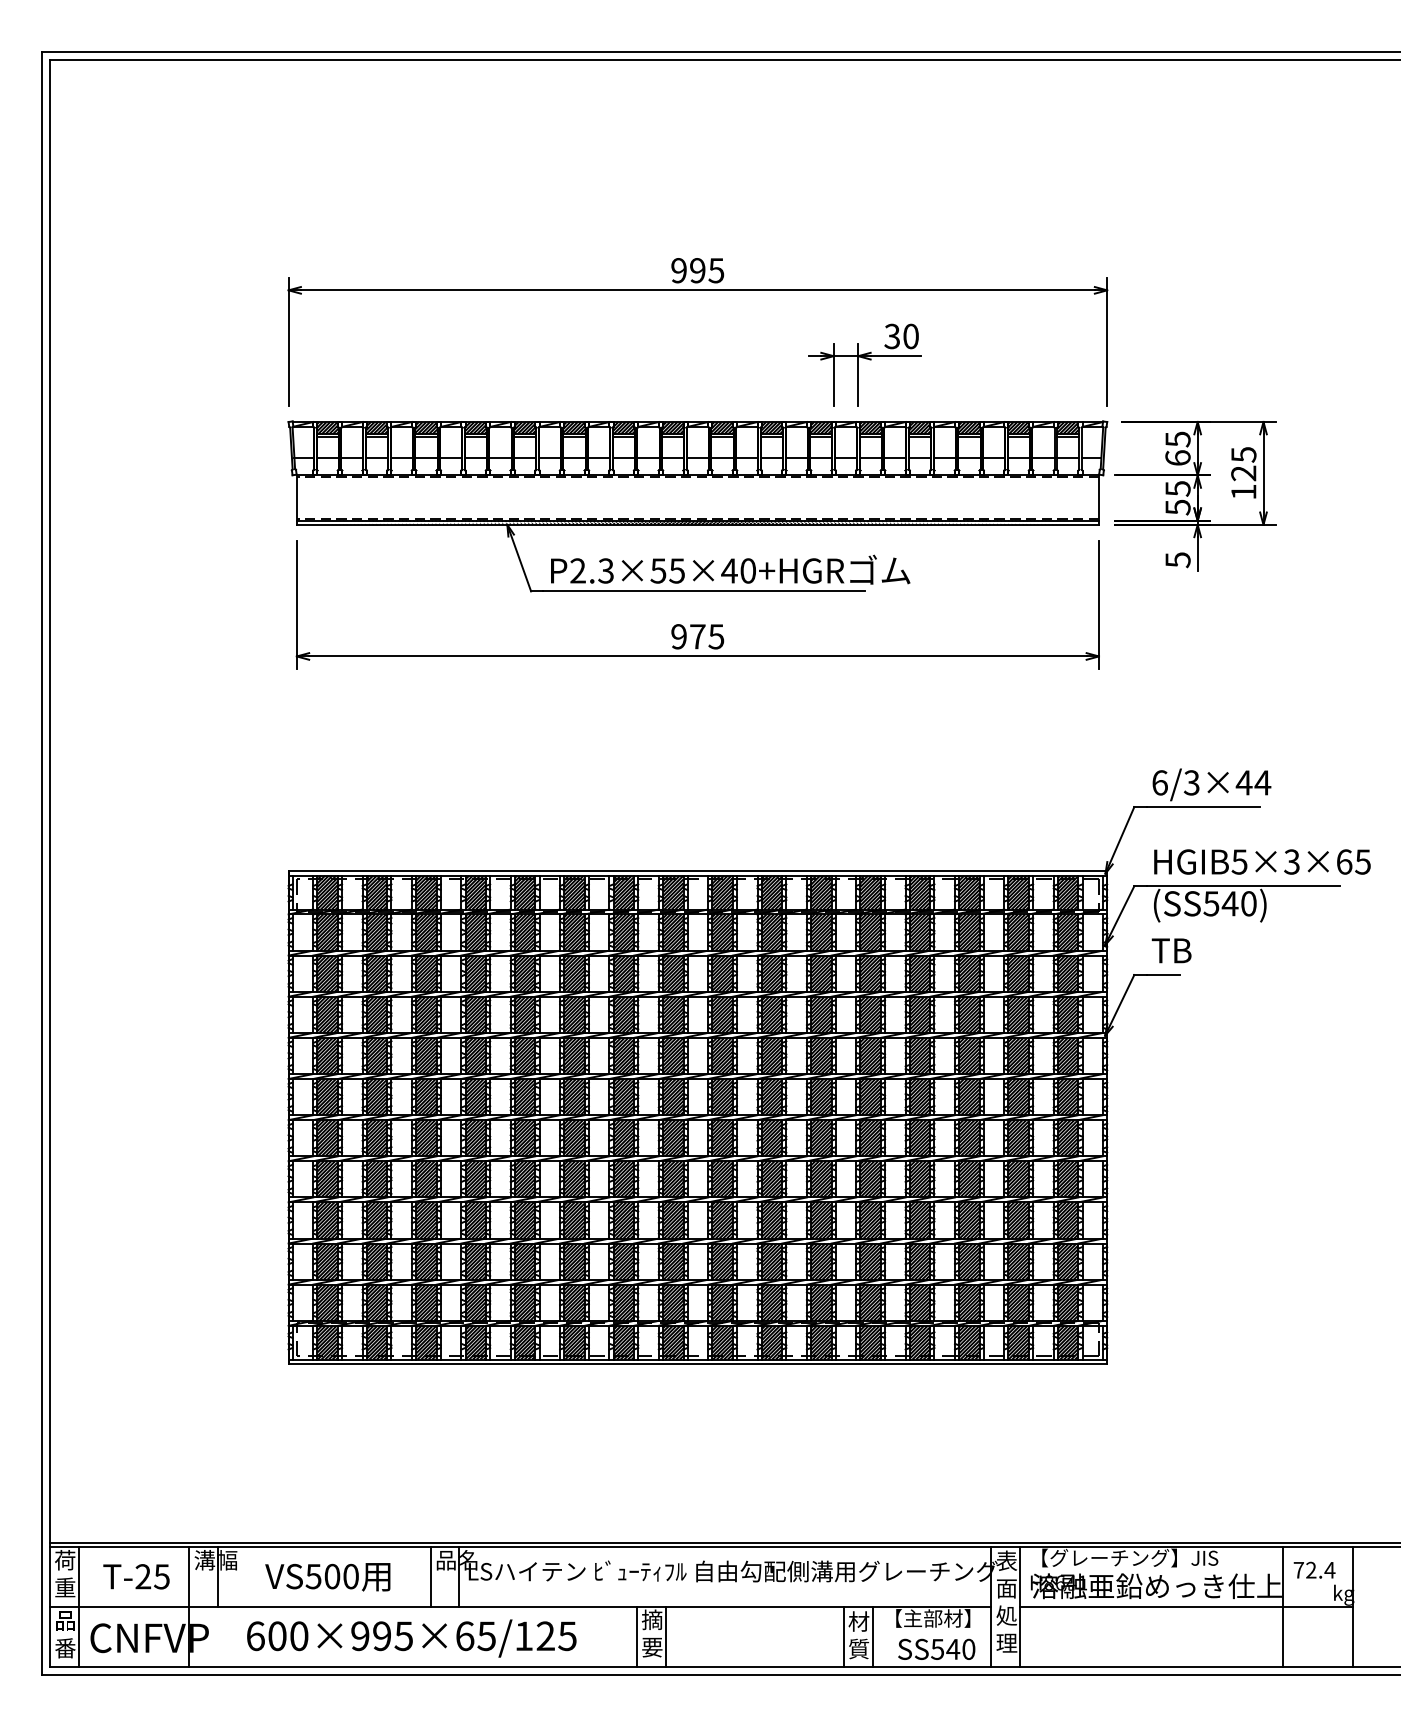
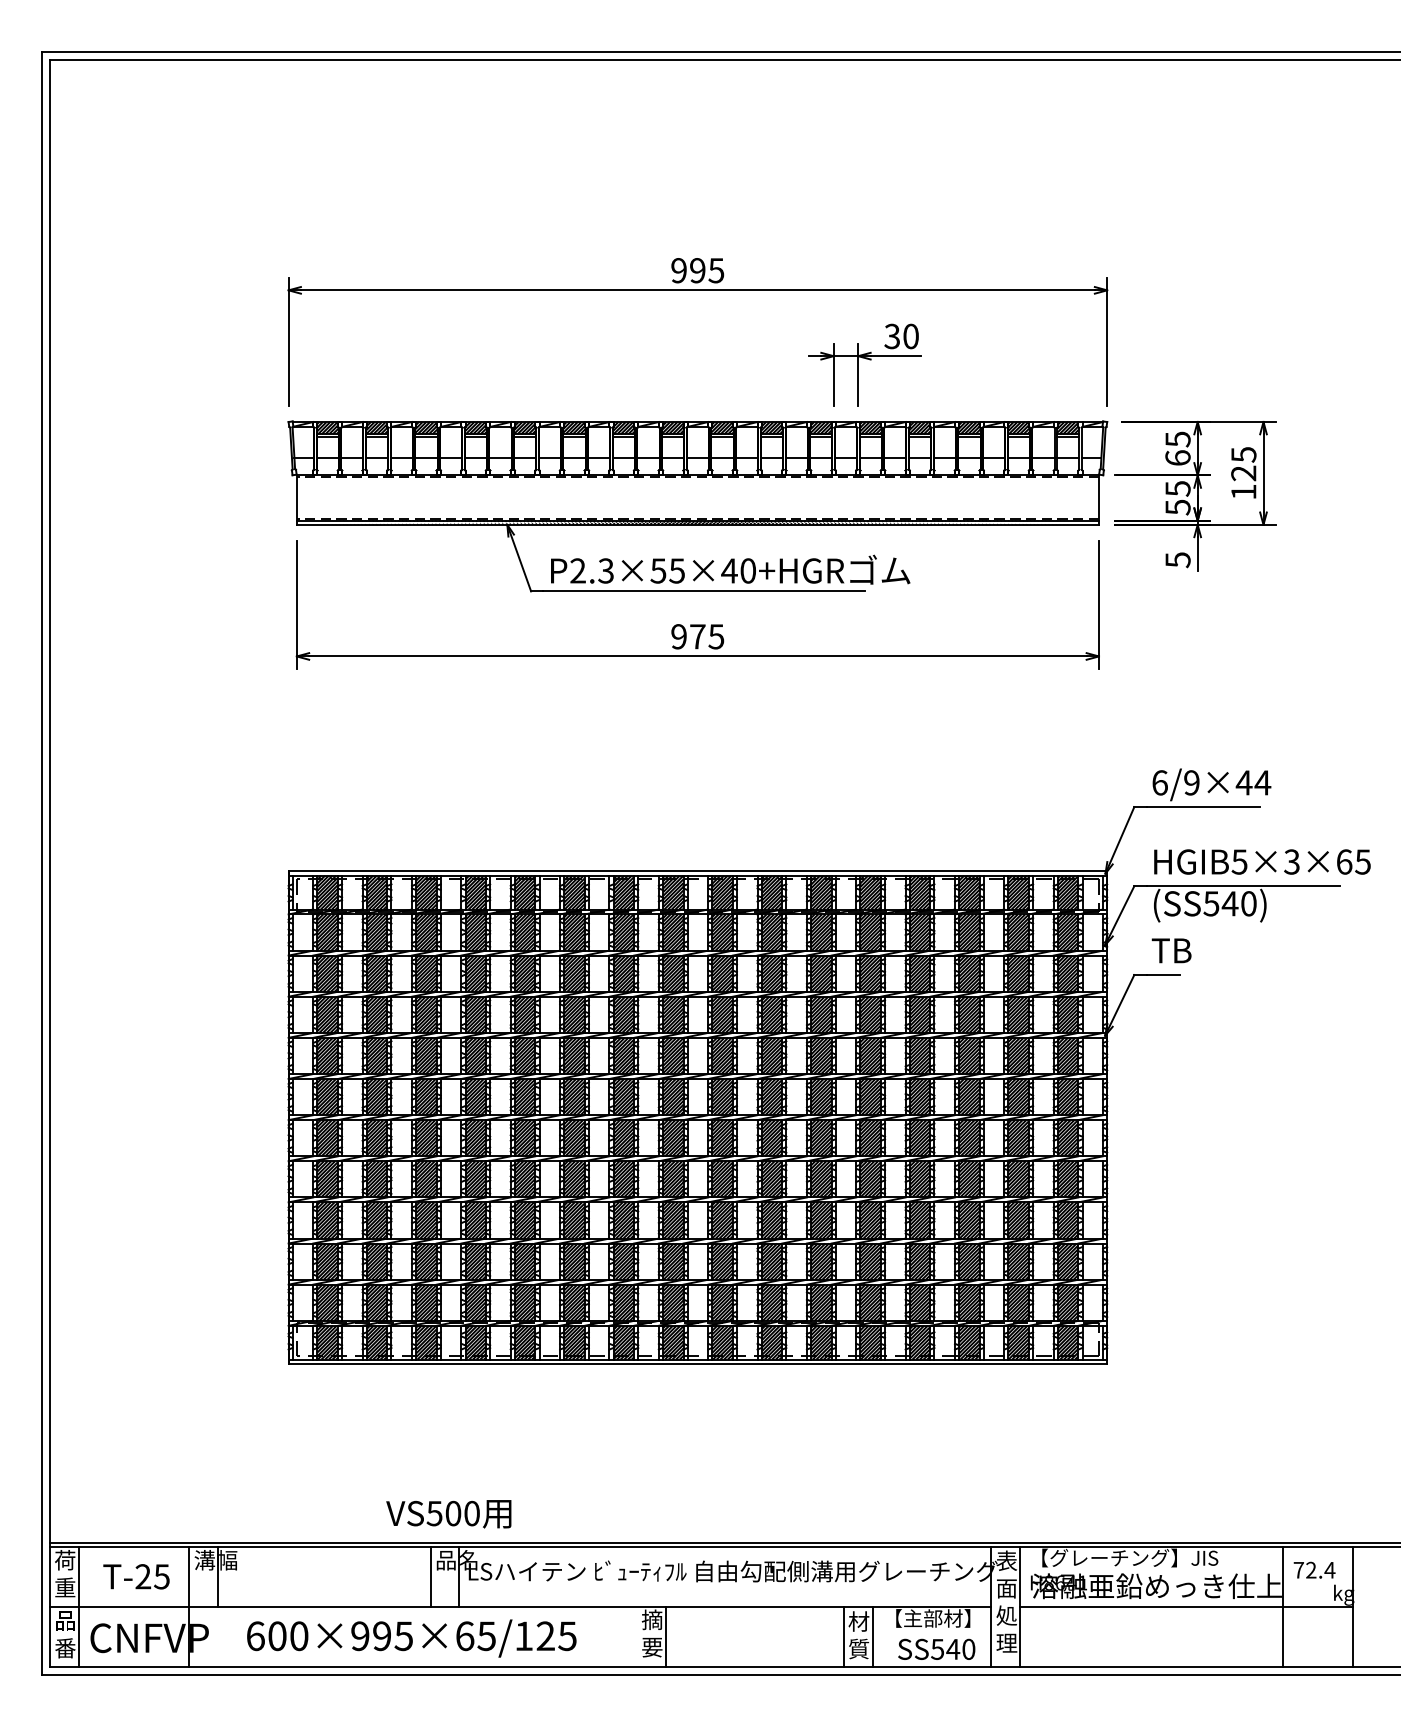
text at (1191, 782): 6/3×44 -> 6/9×44
text at (327, 1577) position: (327, 1577) -> (448, 1514)
line at (637, 1636): present -> none
